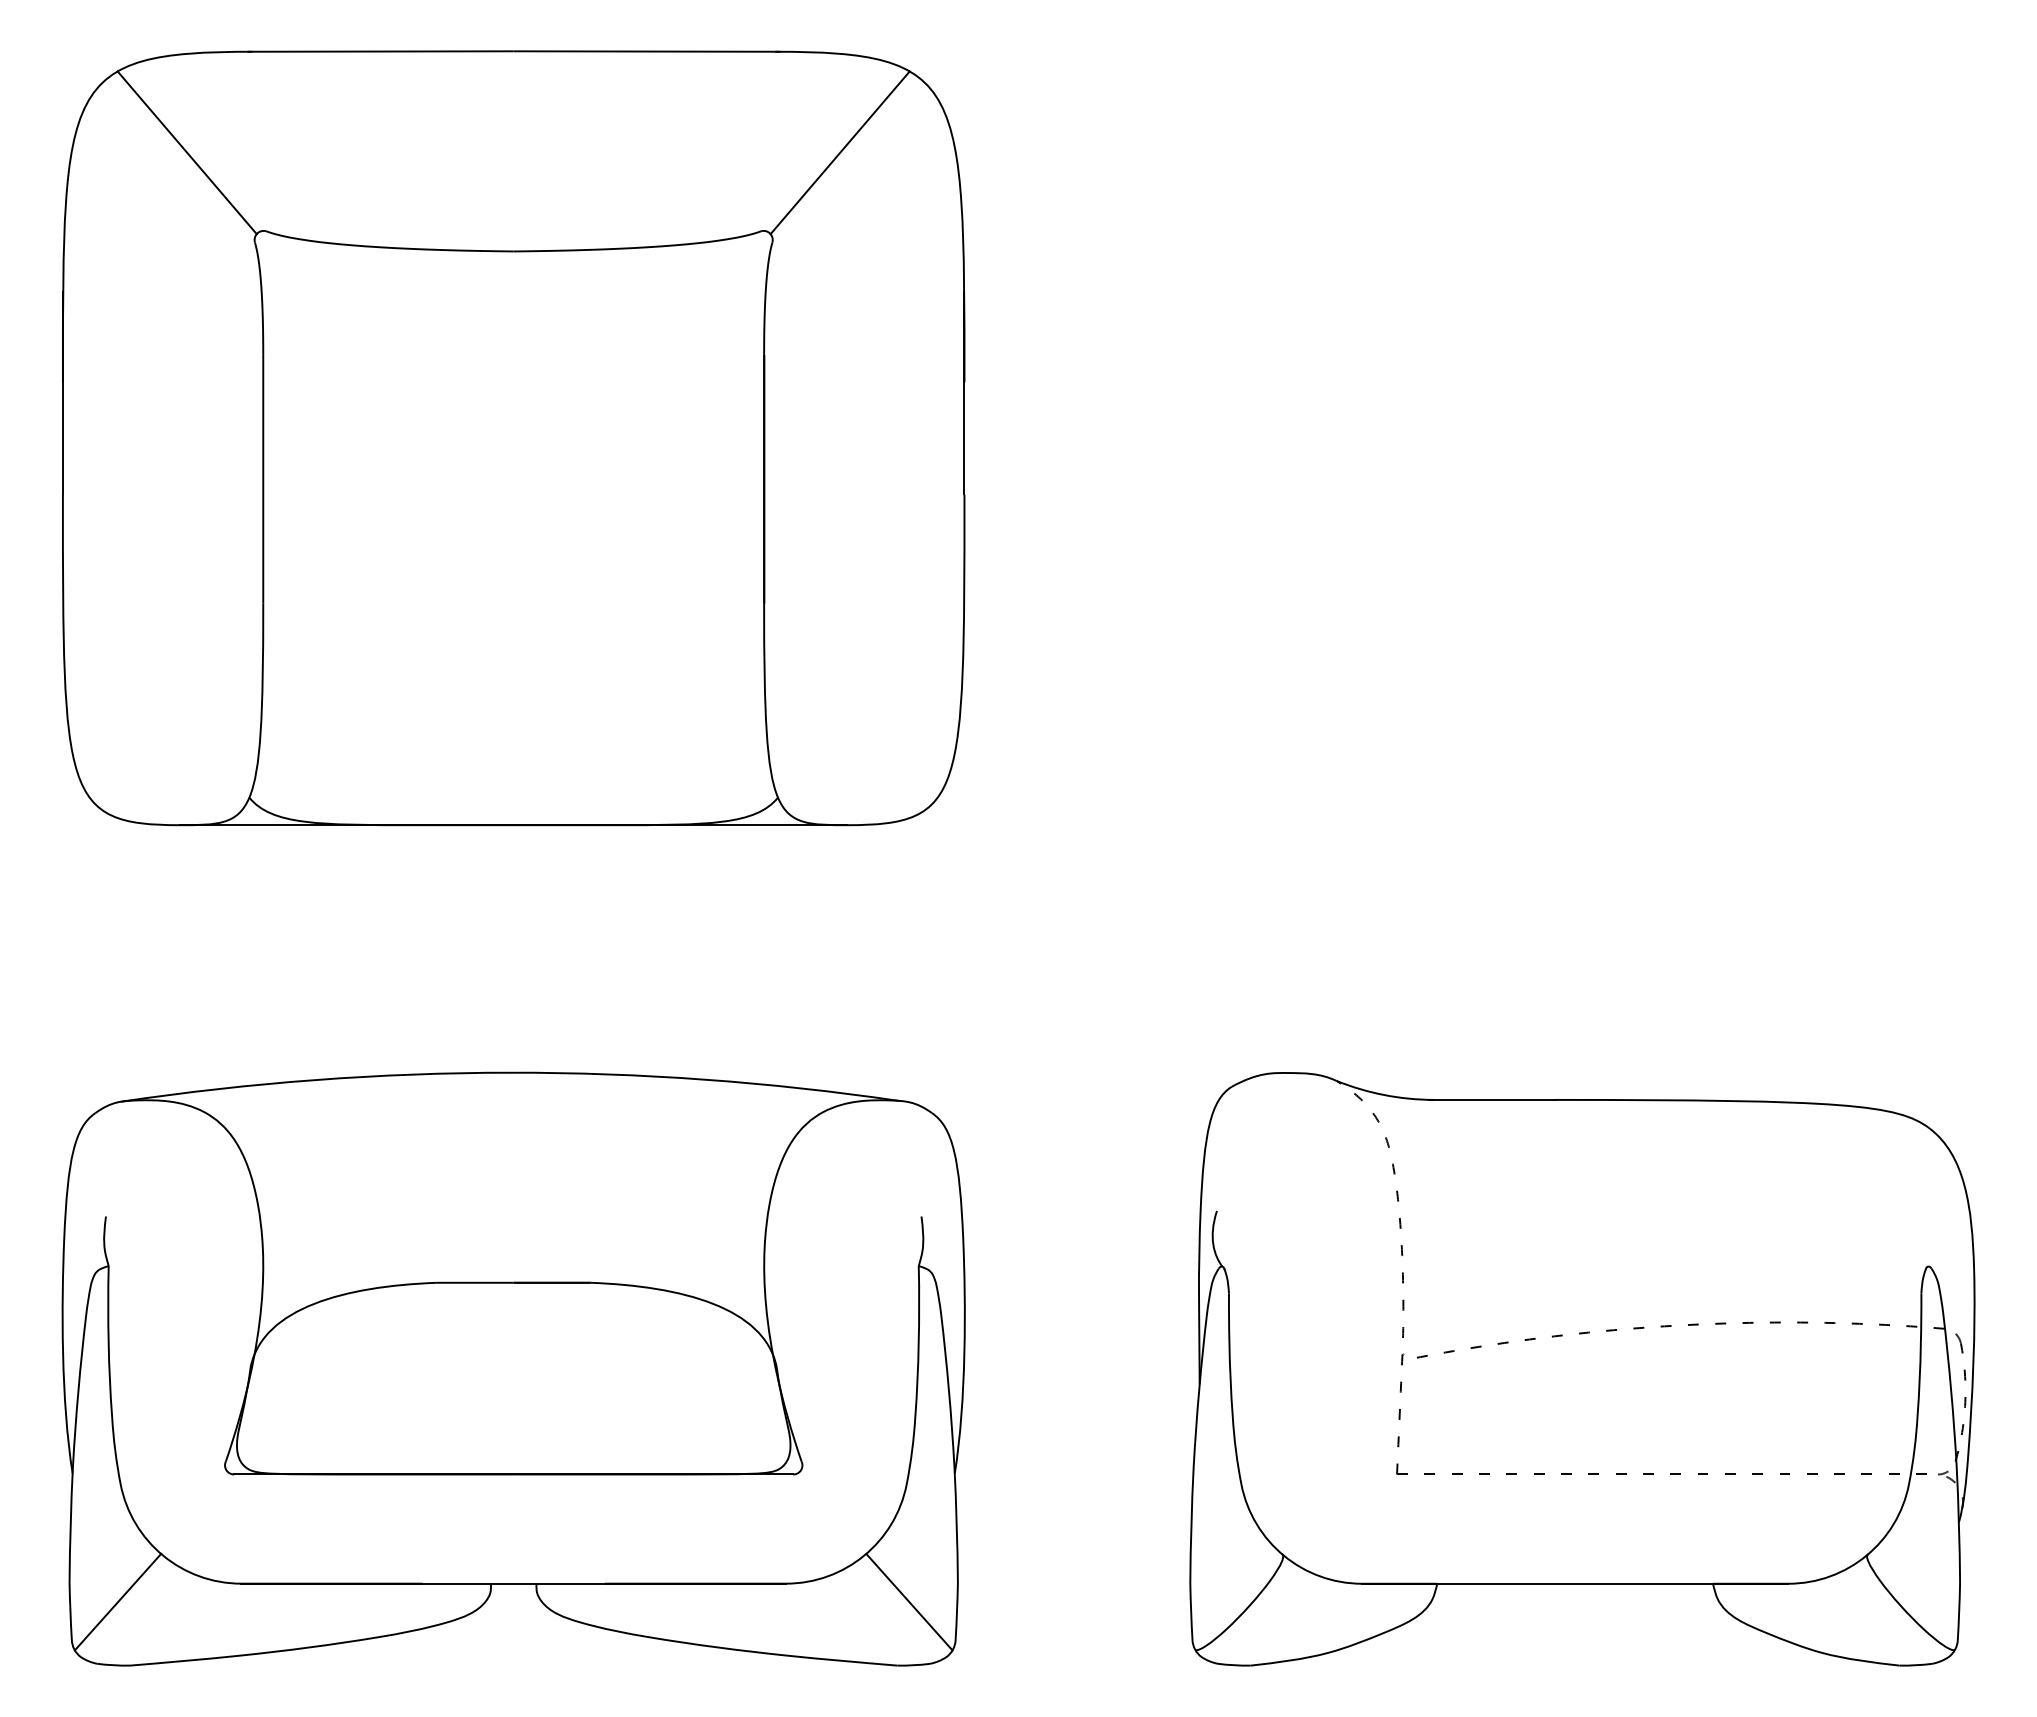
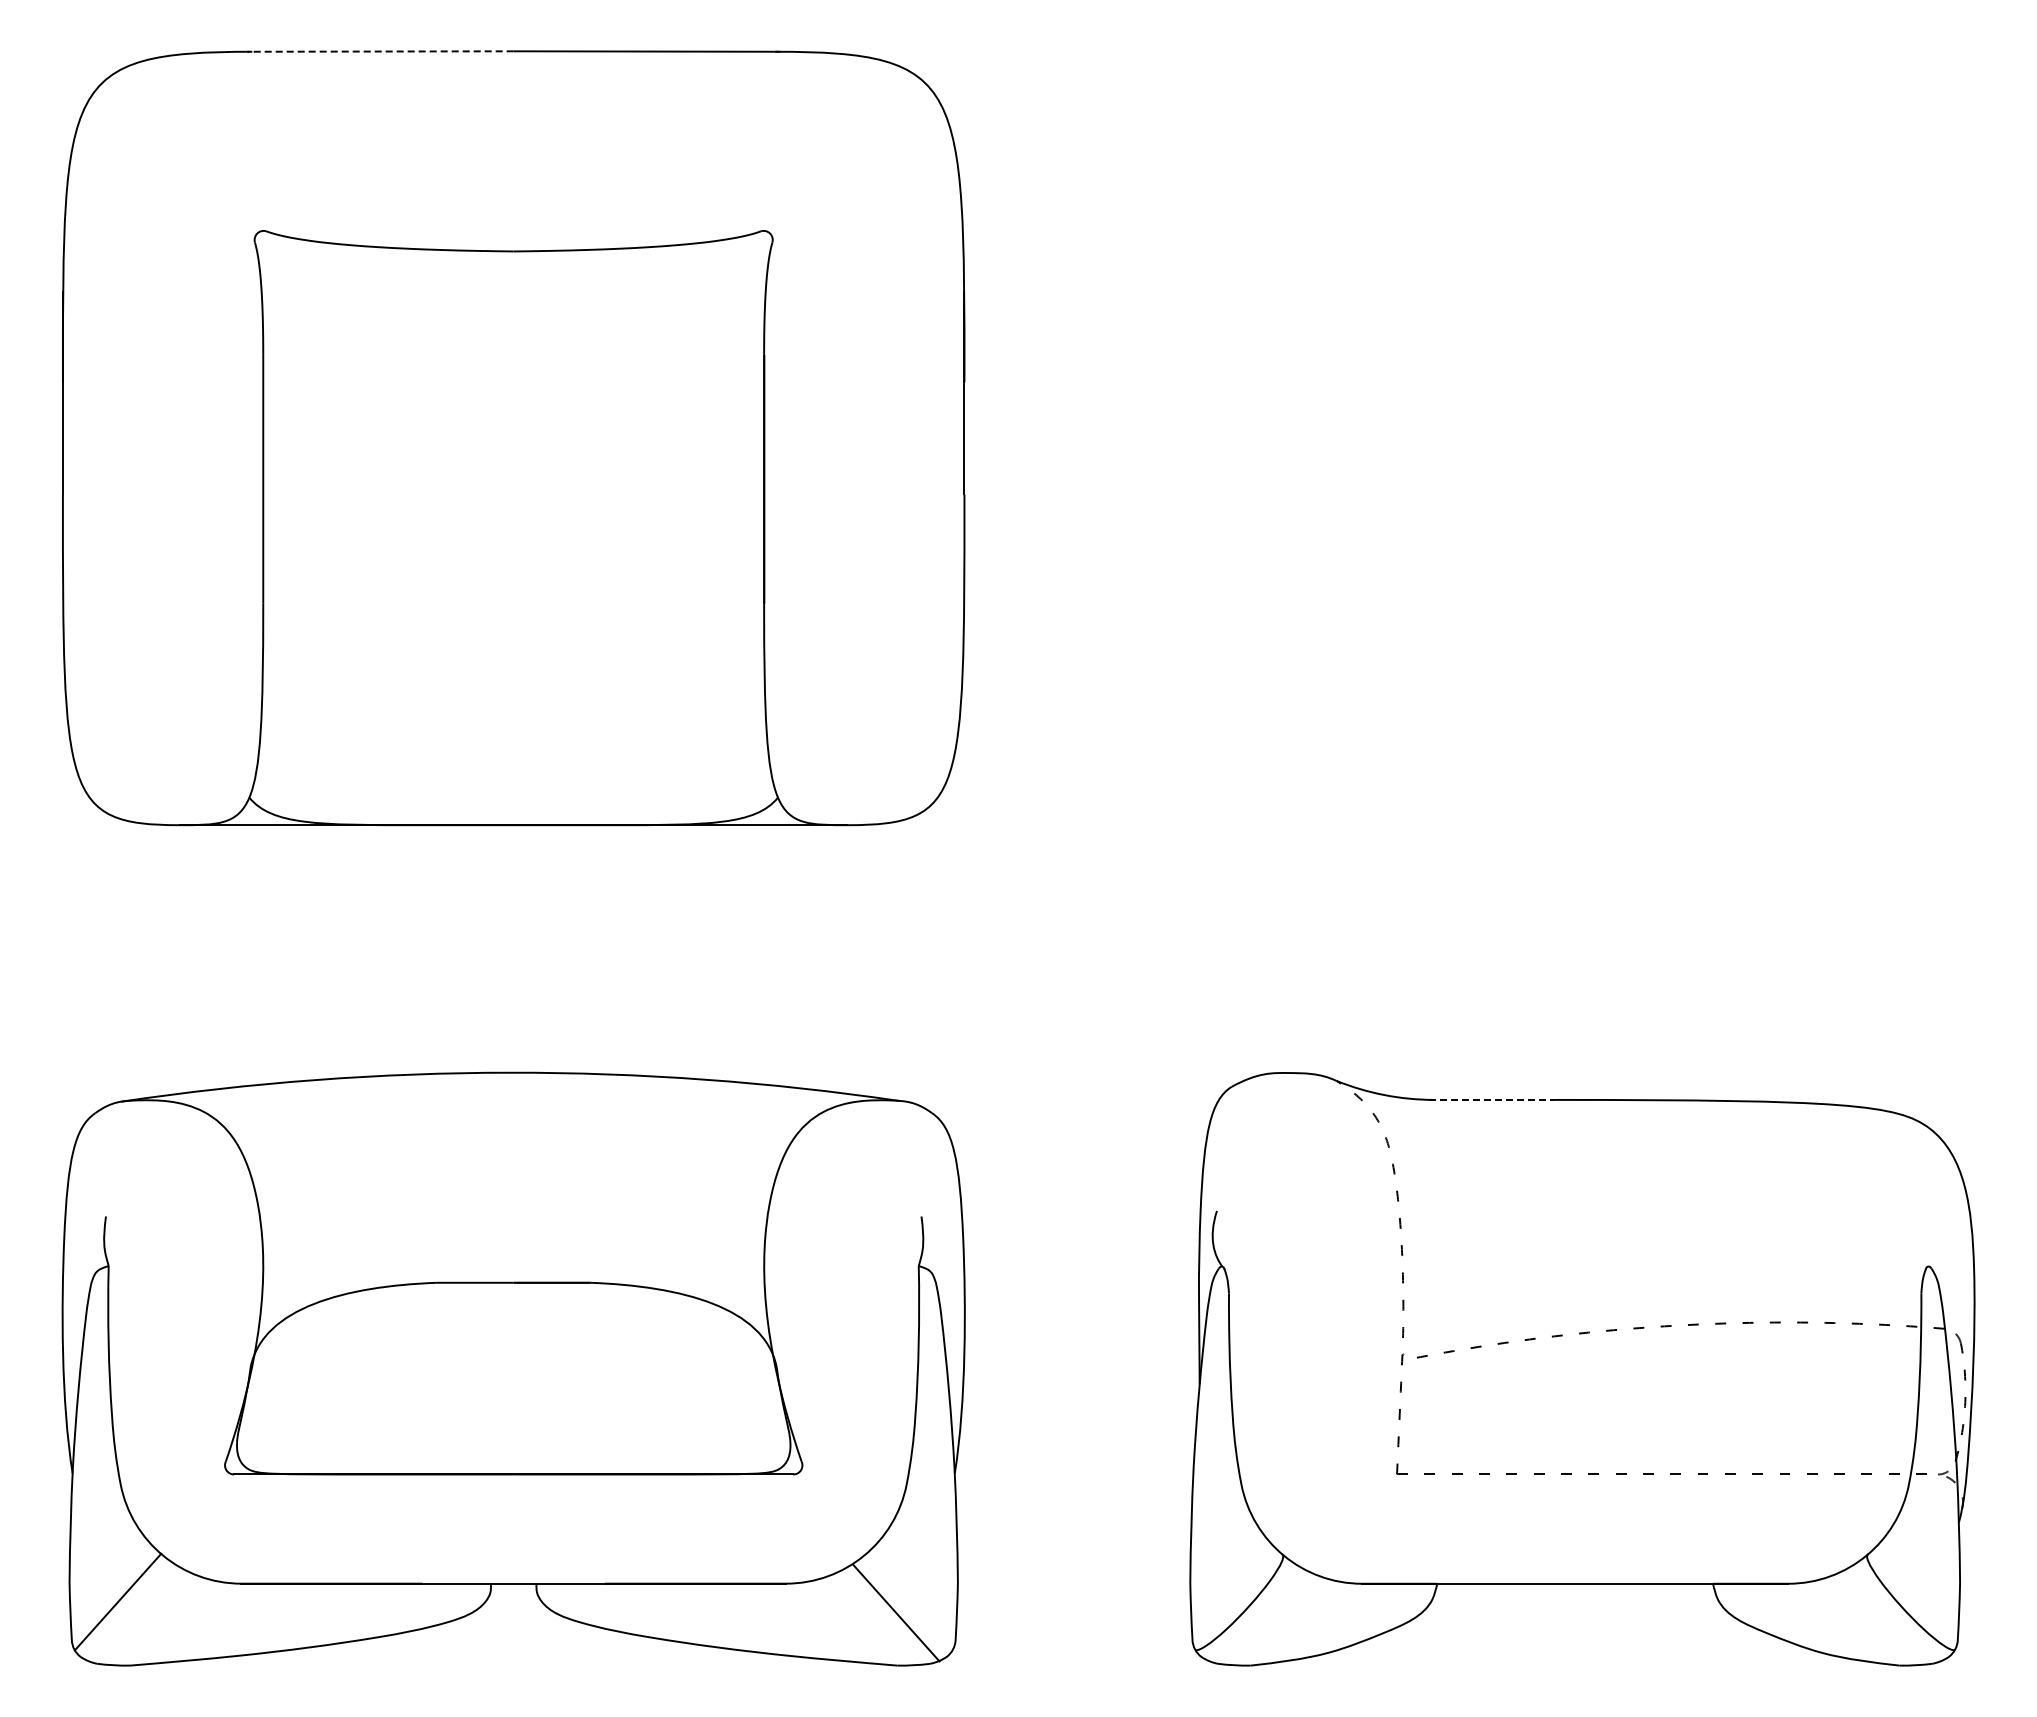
line at (379, 51): solid -> dashed
line at (186, 152): present -> none
line at (839, 152): present -> none
line at (1492, 1099): solid -> dashed
line at (909, 1601) position: (909, 1601) -> (896, 1612)
